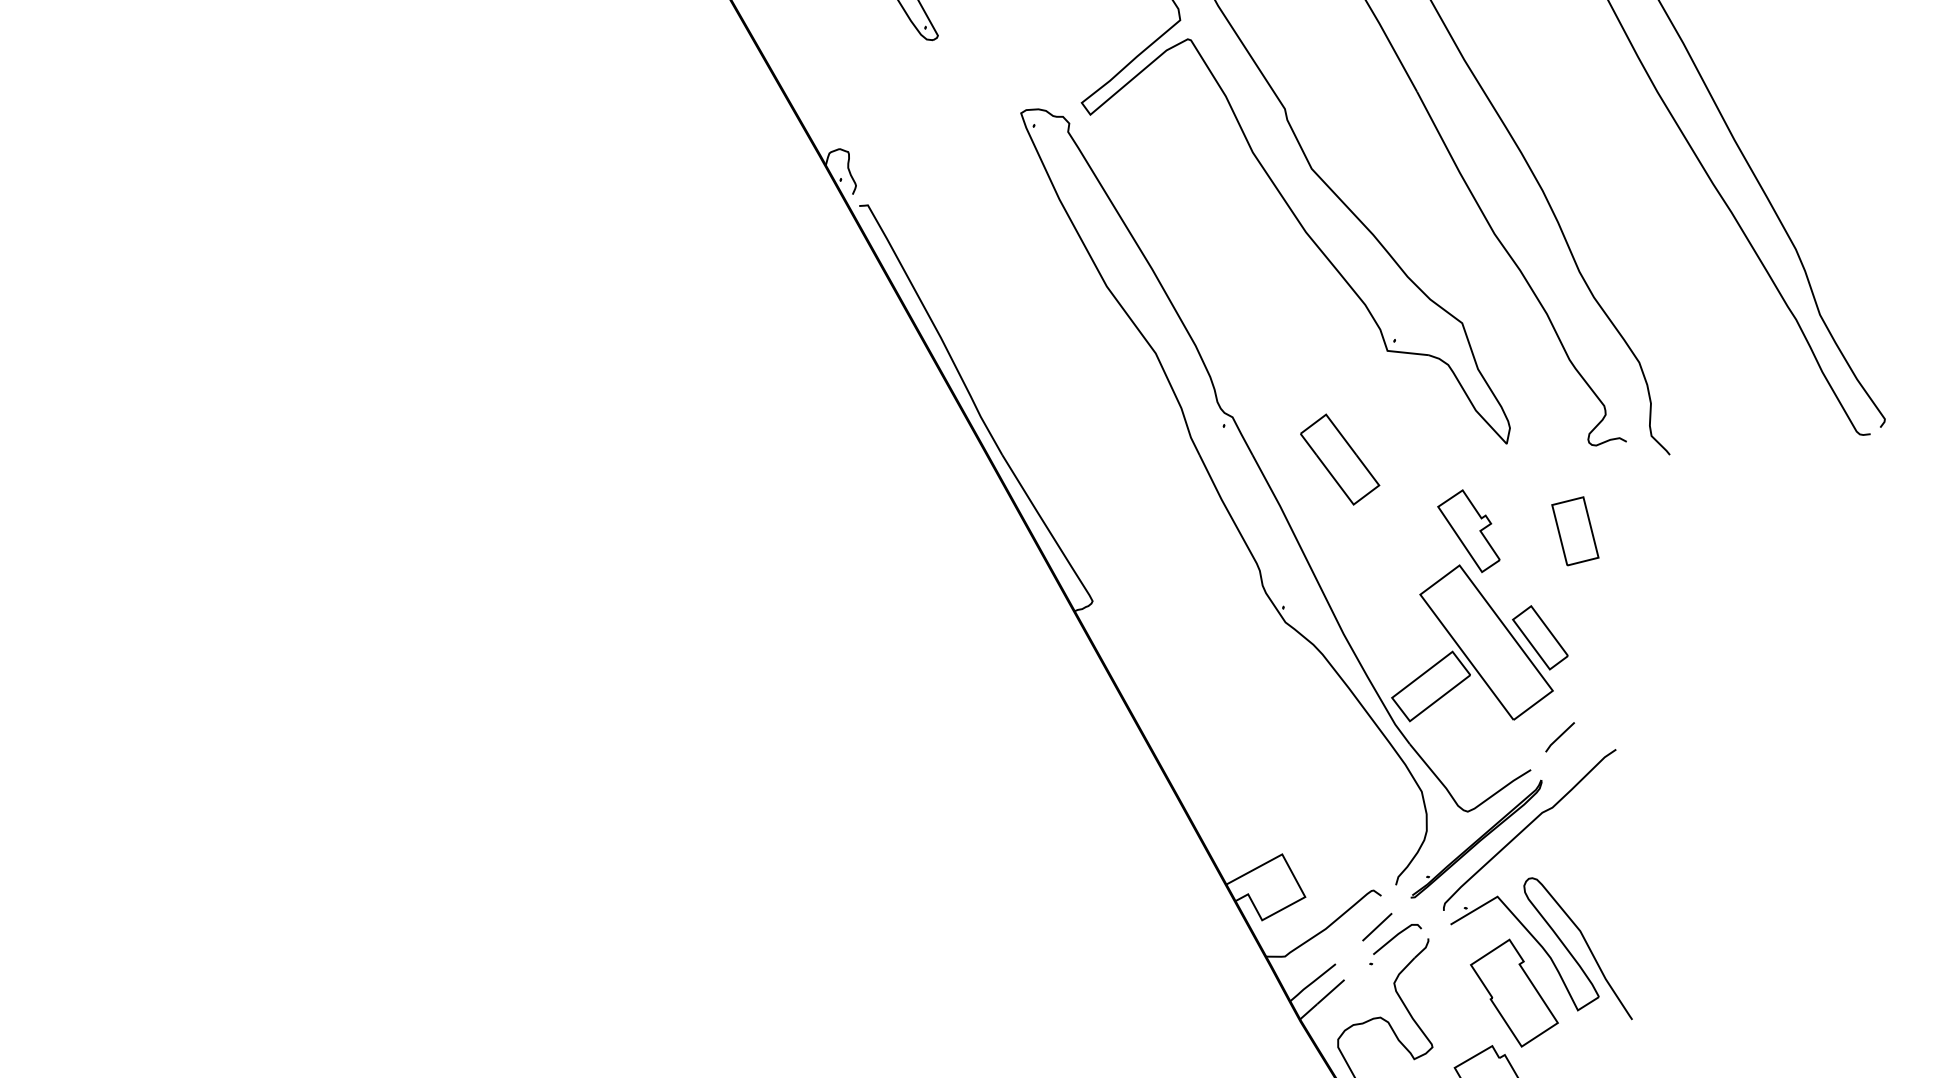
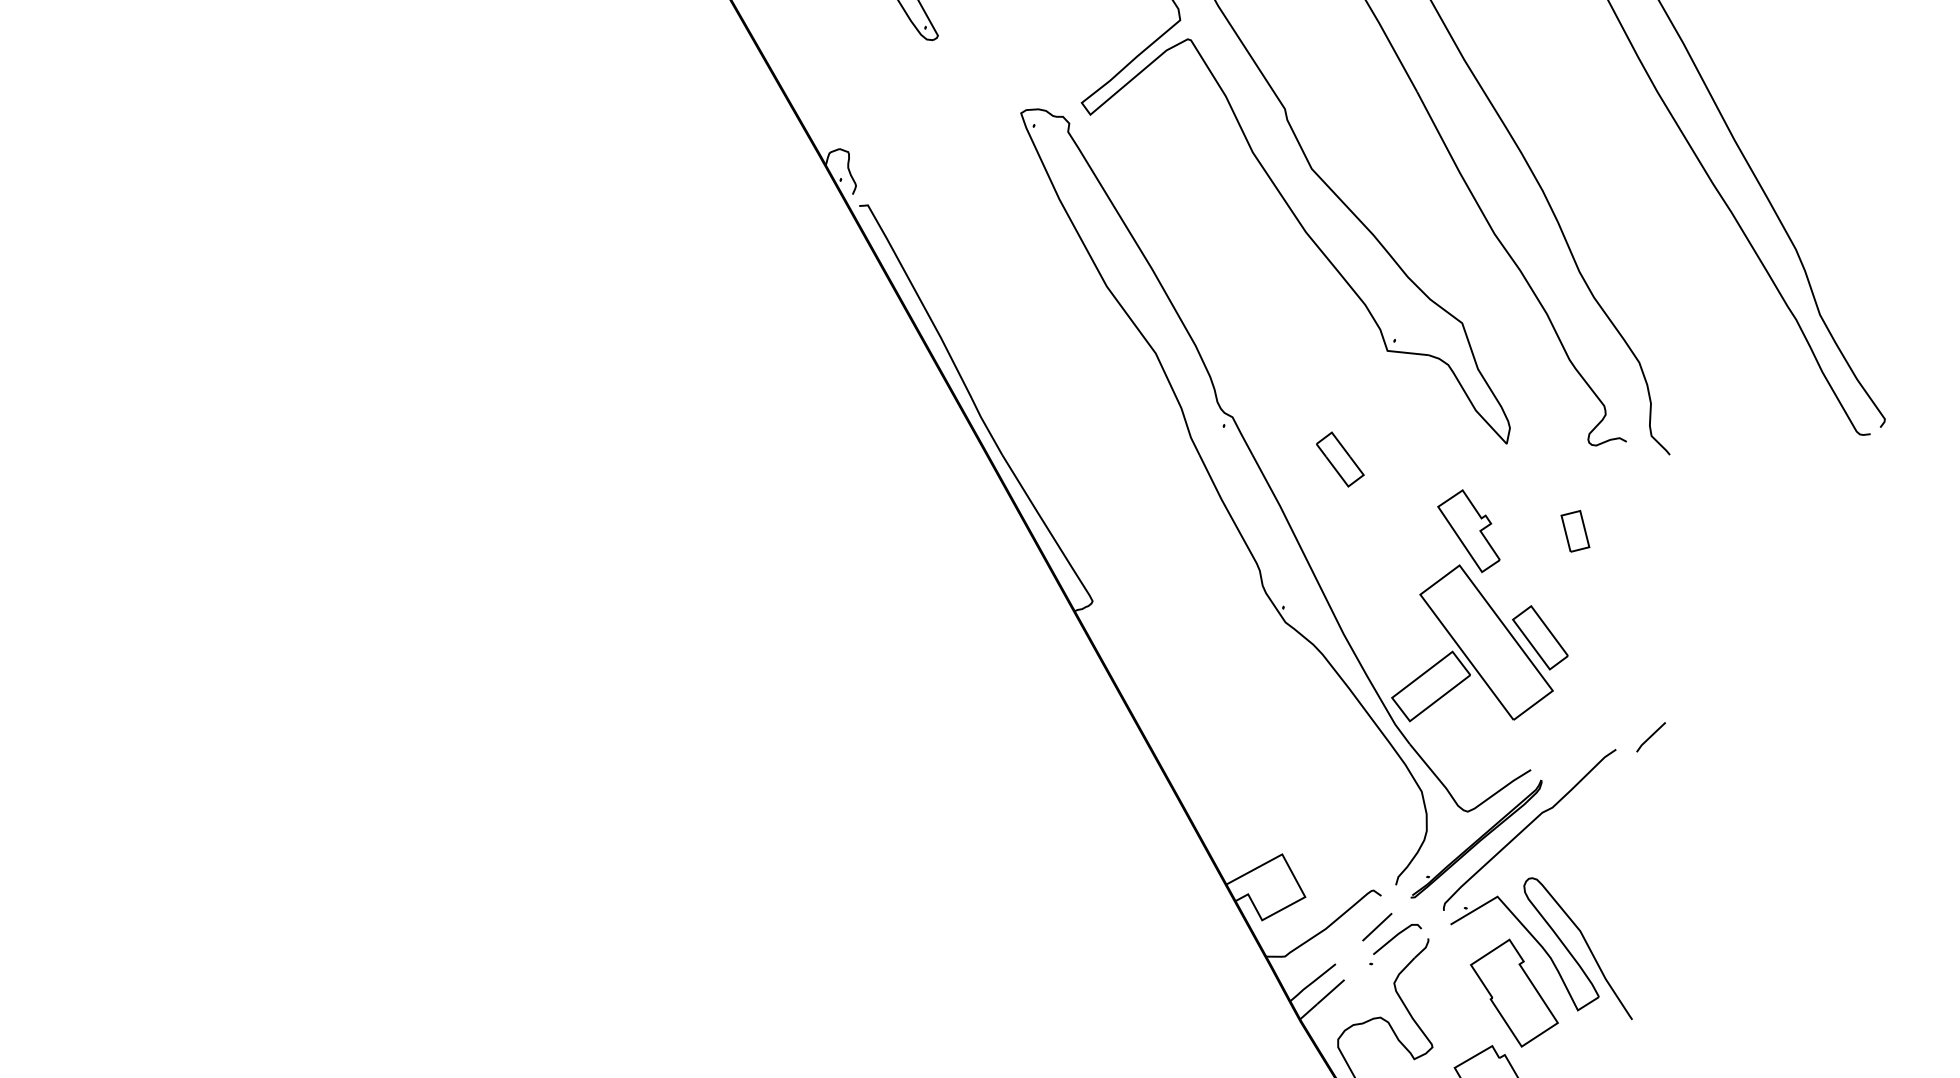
part at (1340, 459) size: 81x93 px -> 49x57 px
part at (1575, 531) size: 49x71 px -> 31x43 px
line at (1559, 737) position: (1559, 737) -> (1650, 737)
